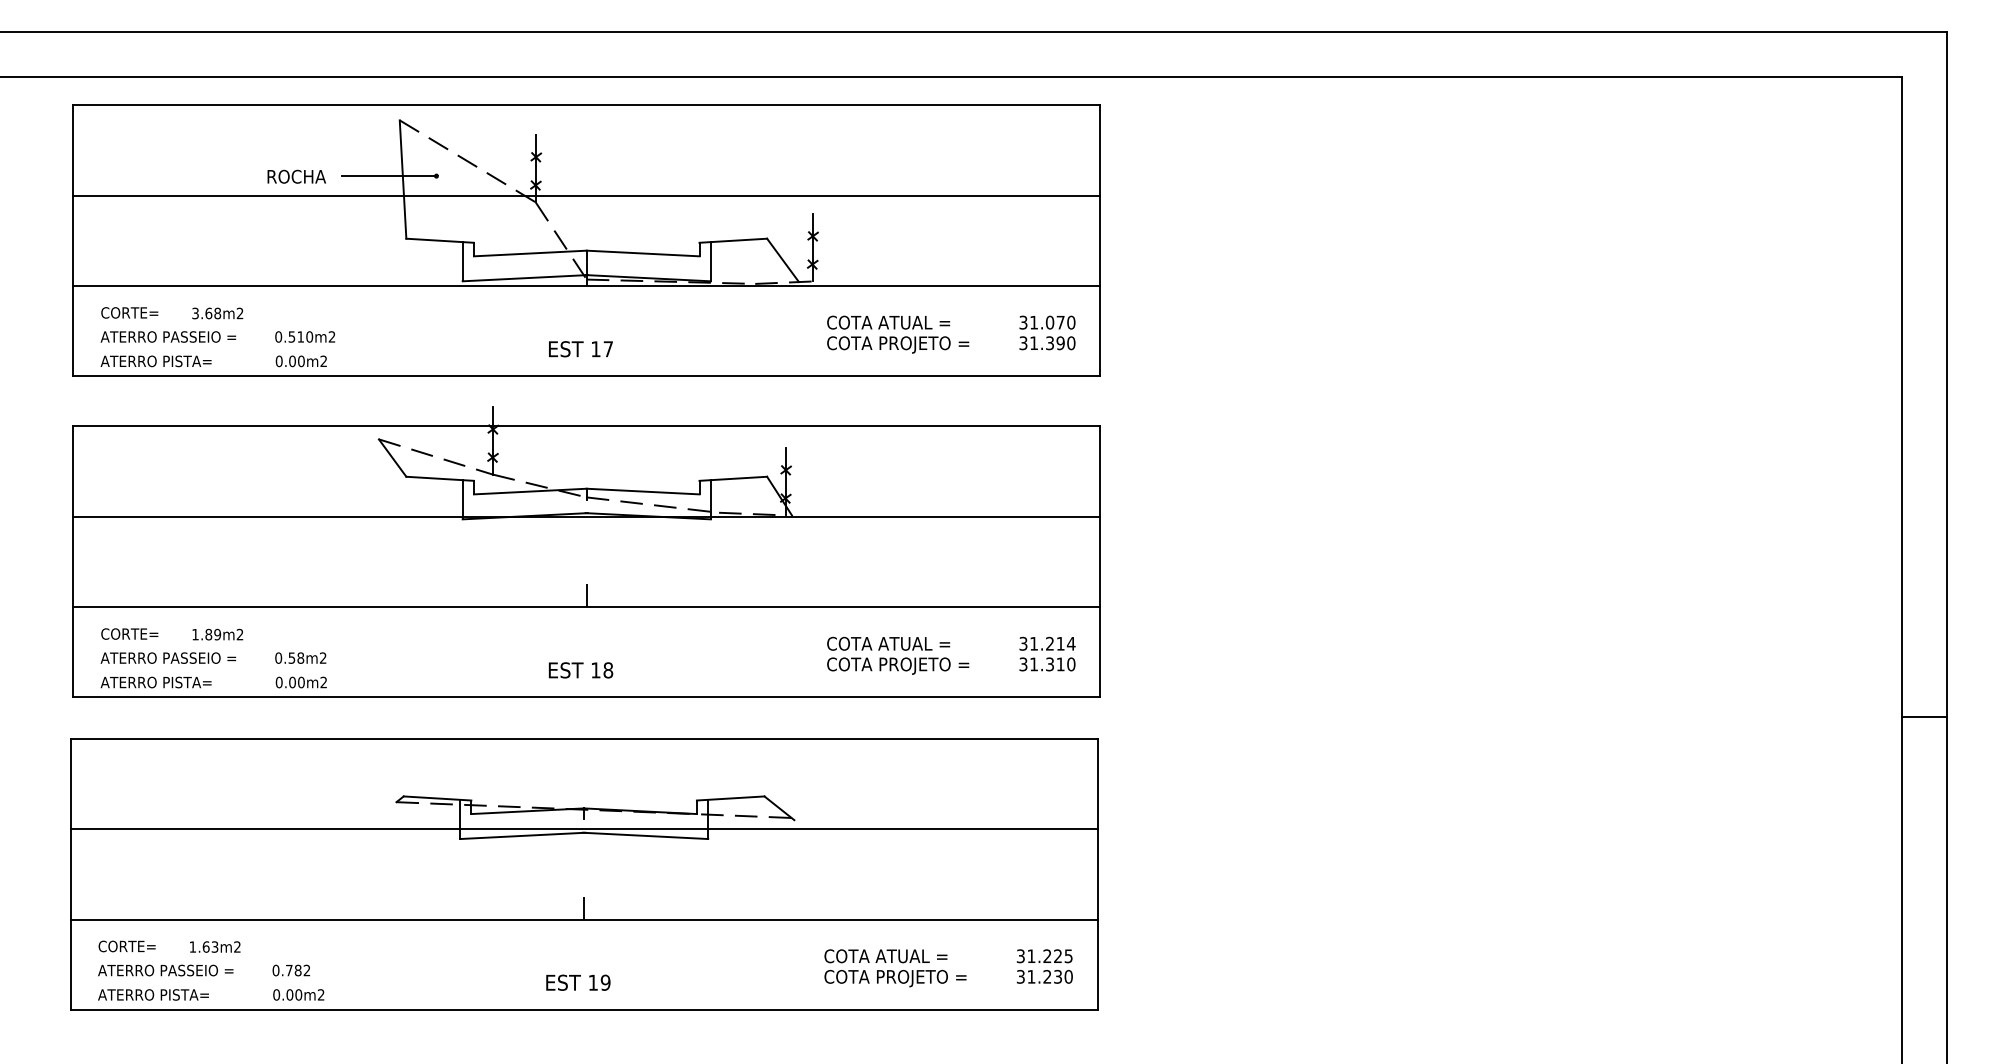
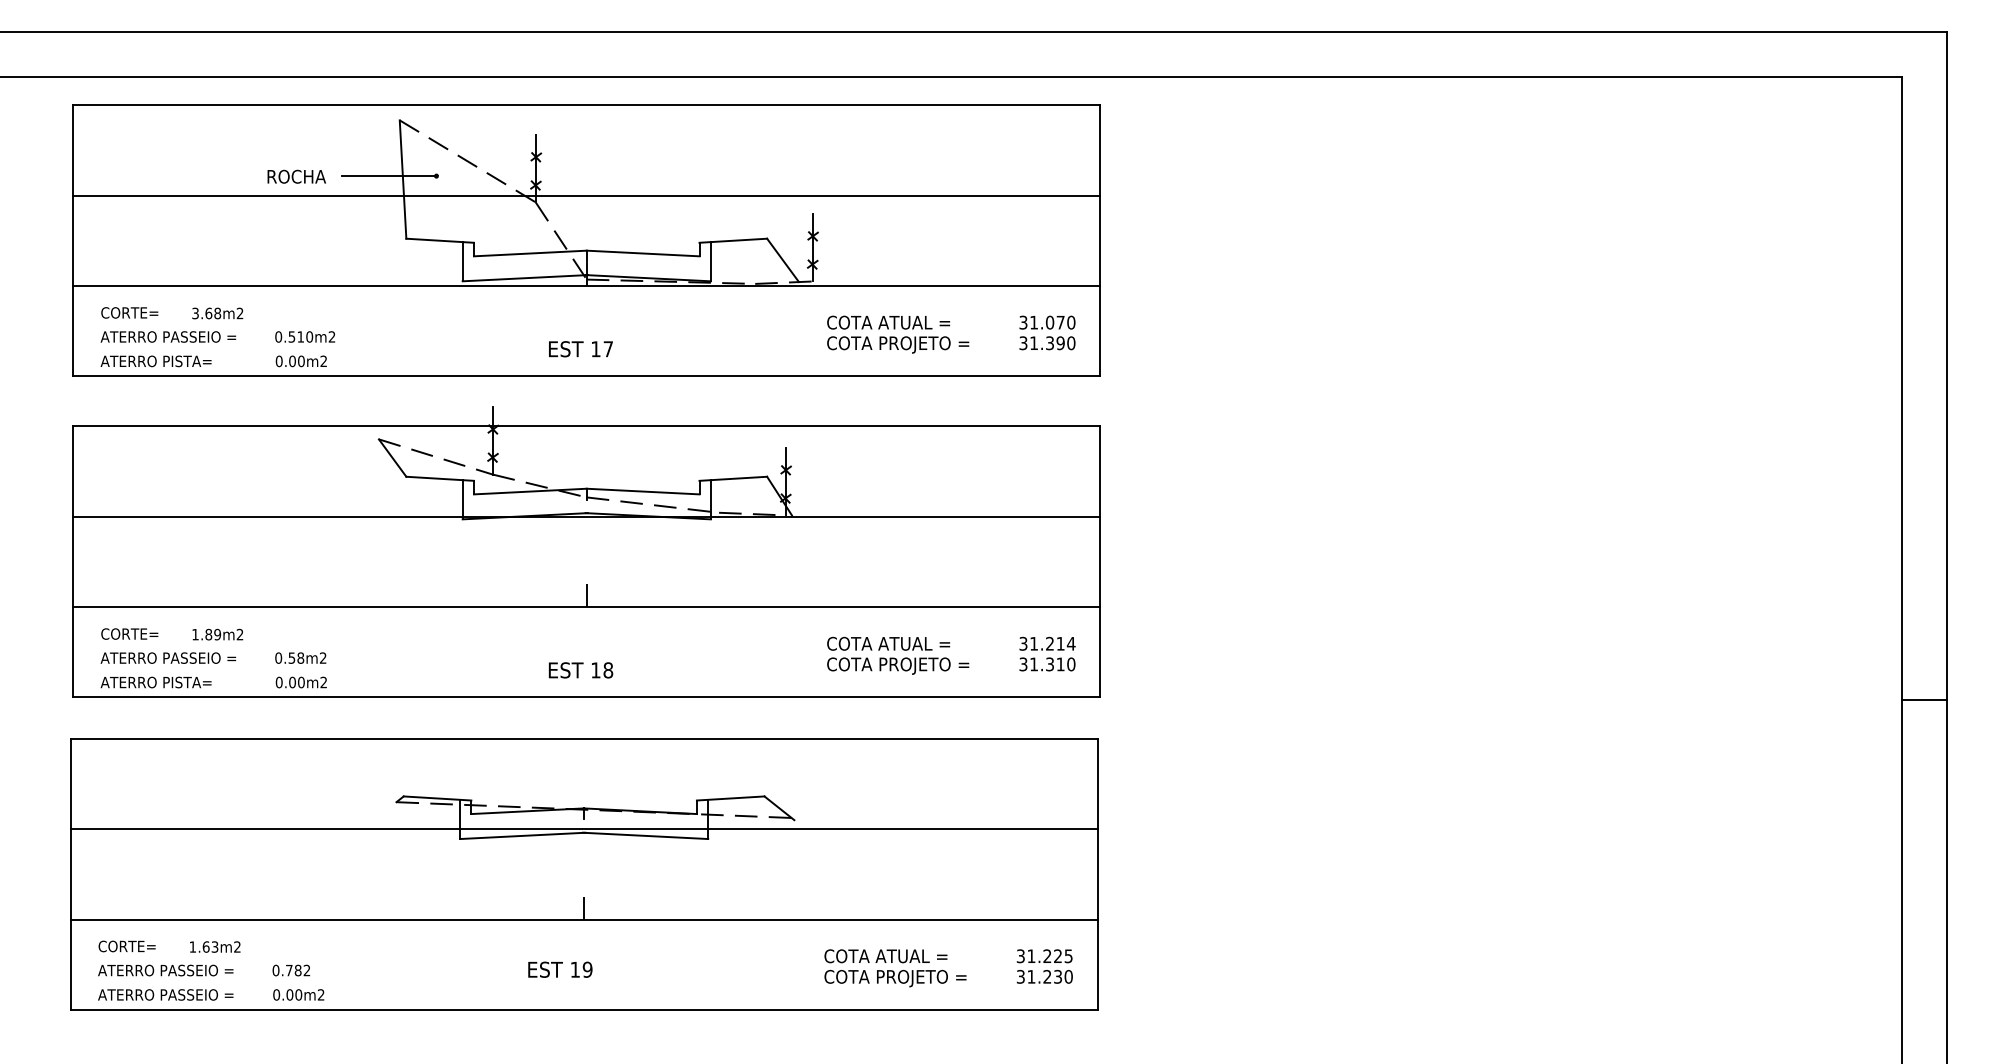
line at (1923, 717) position: (1923, 717) -> (1923, 700)
text at (578, 982) position: (578, 982) -> (560, 969)
text at (200, 994): ATERRO PISTA= -> ATERRO PASSEIO =
